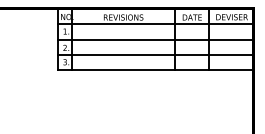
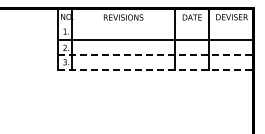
line at (155, 24): present -> none
line at (155, 55): solid -> dashed
line at (155, 70): solid -> dashed
